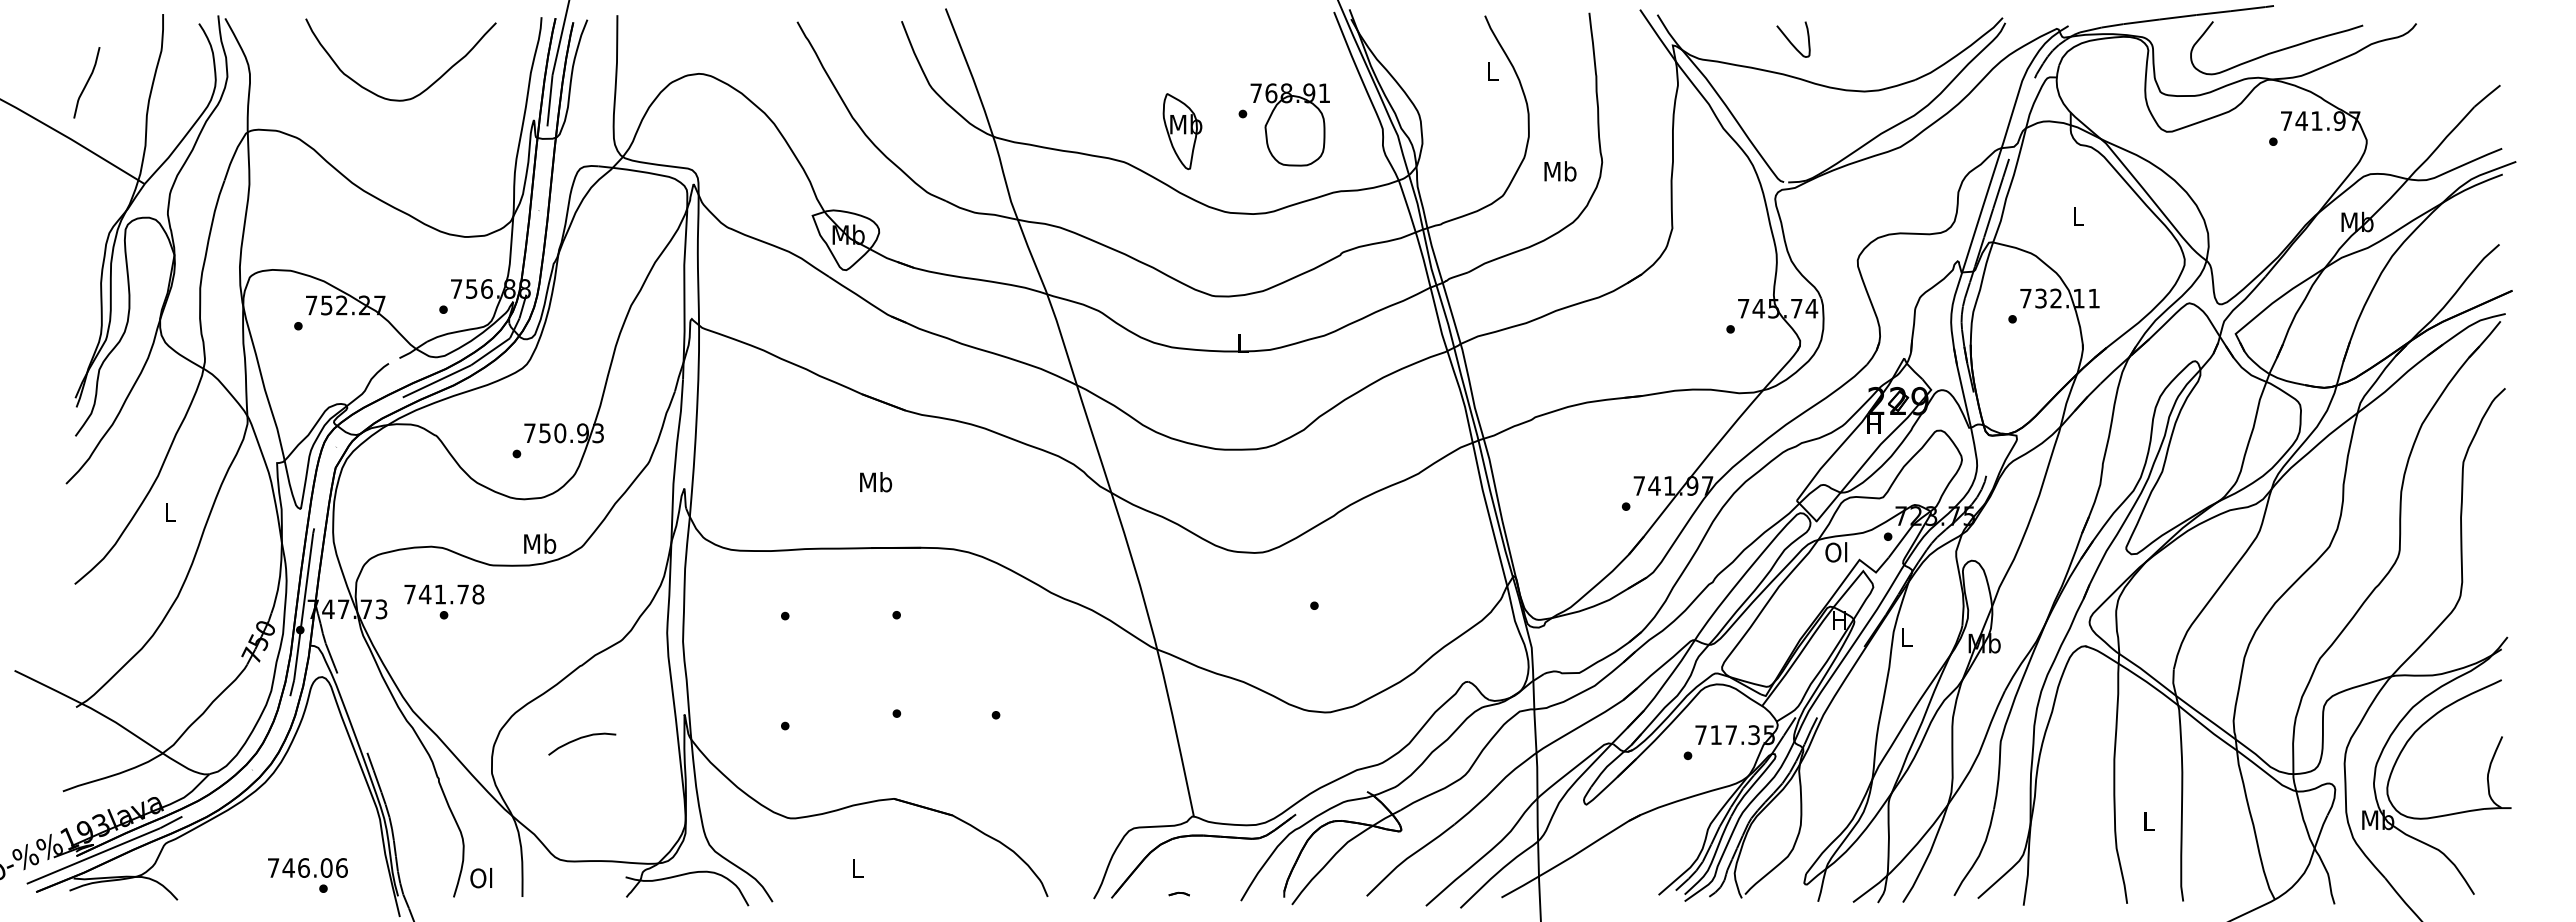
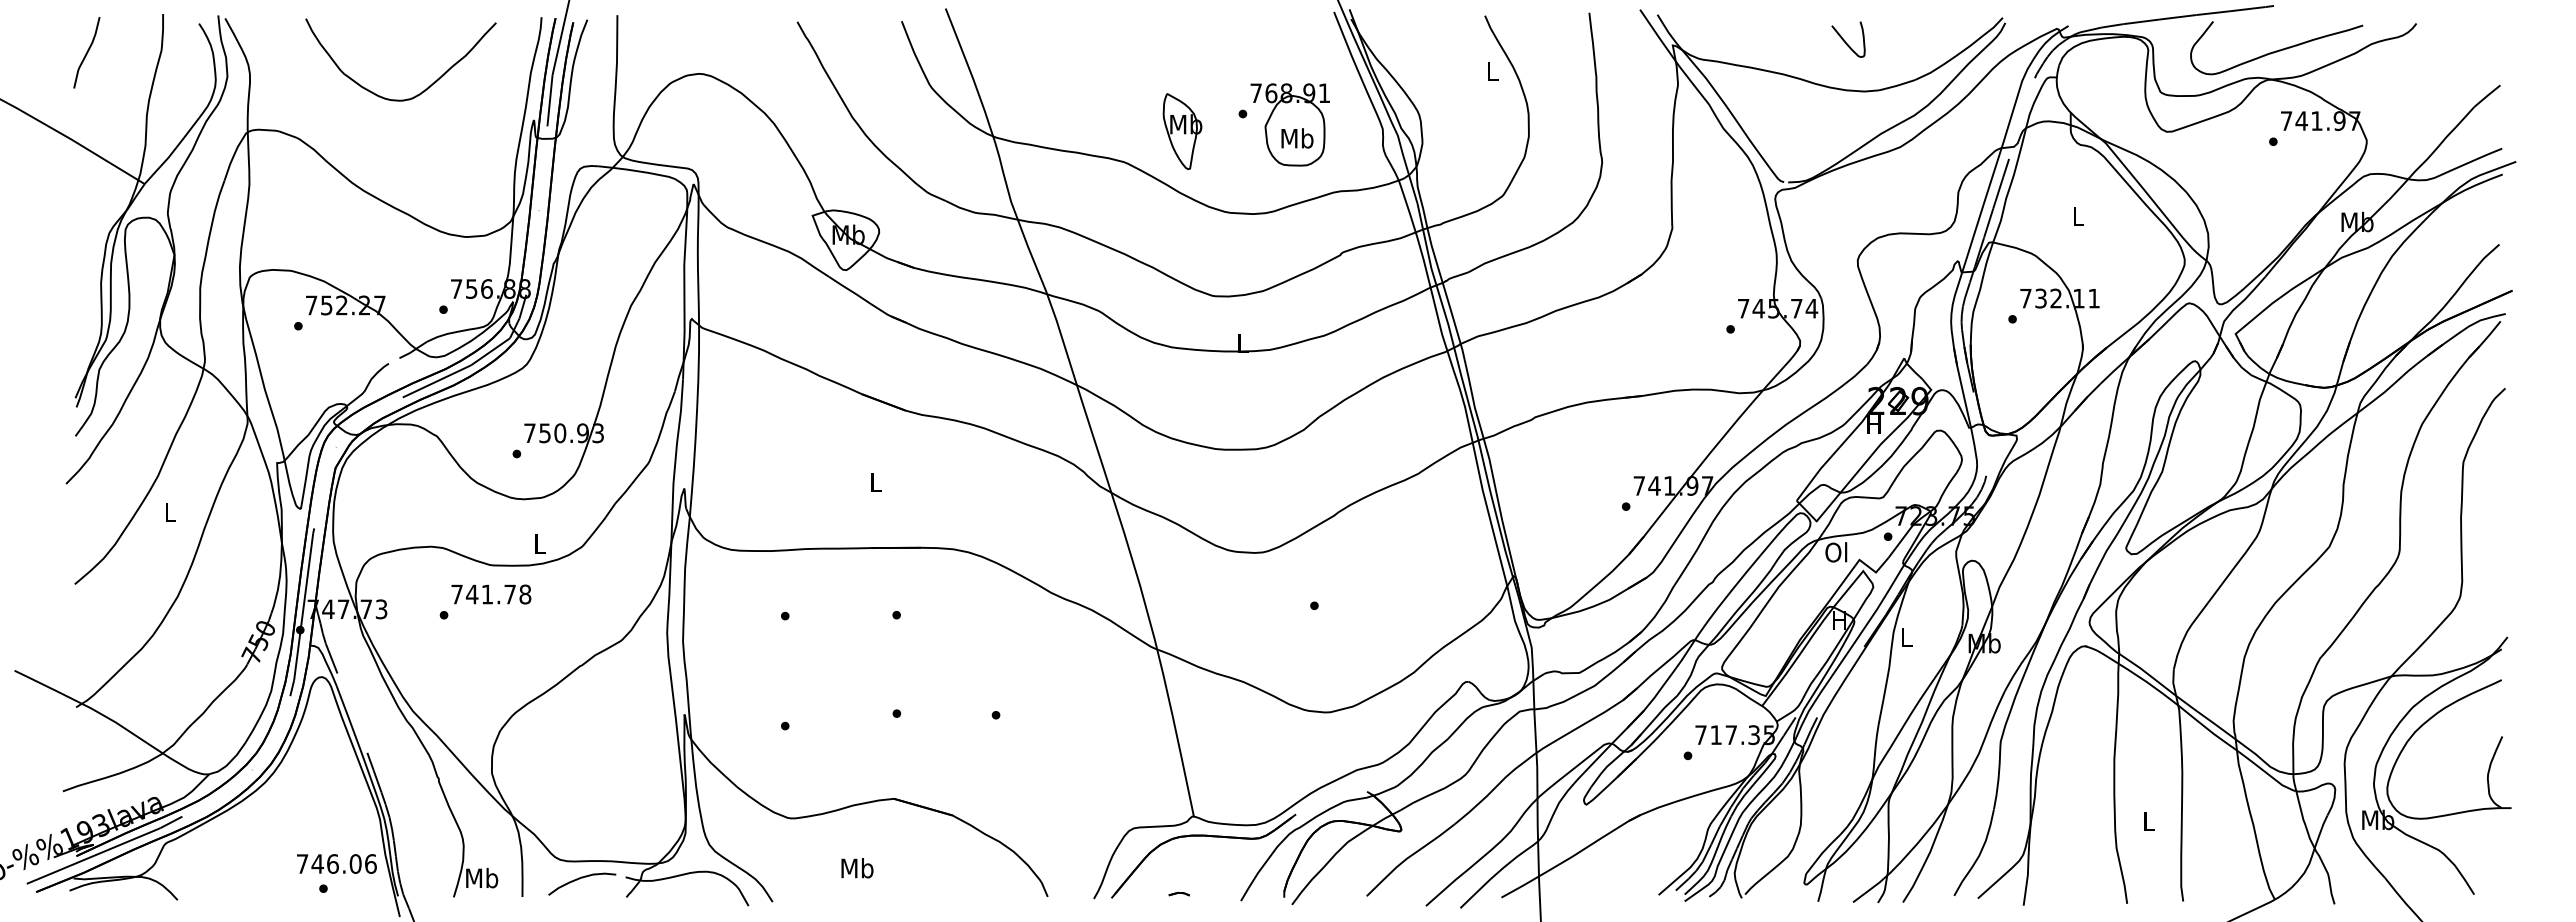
curve at (1790, 40) position: (1790, 40) -> (1845, 40)
curve at (86, 82) position: (86, 82) -> (86, 52)
text at (1560, 171) position: (1560, 171) -> (1297, 138)
text at (876, 482): Mb -> L
text at (540, 543): Mb -> L
text at (444, 594) position: (444, 594) -> (491, 594)
curve at (582, 738) position: (582, 738) -> (582, 878)
text at (307, 867) position: (307, 867) -> (336, 863)
text at (857, 868): L -> Mb
text at (482, 877): Ol -> Mb
